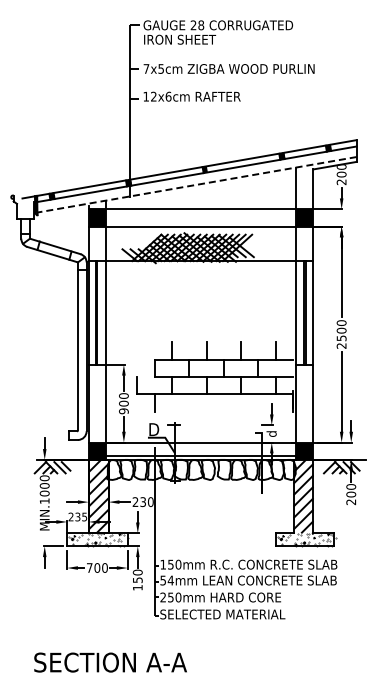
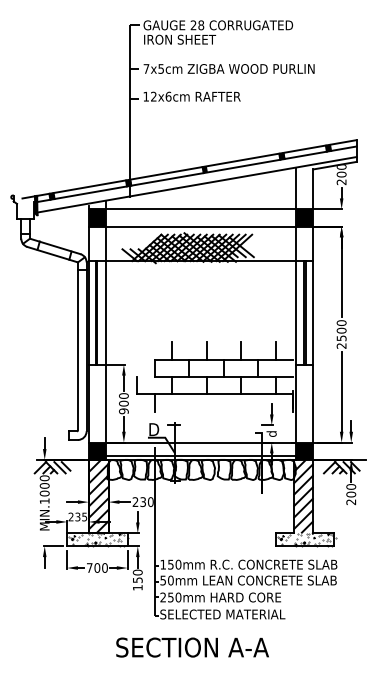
line at (196, 184): dashed -> solid
text at (170, 580): 54mm -> 50mm
text at (110, 662) position: (110, 662) -> (192, 647)
